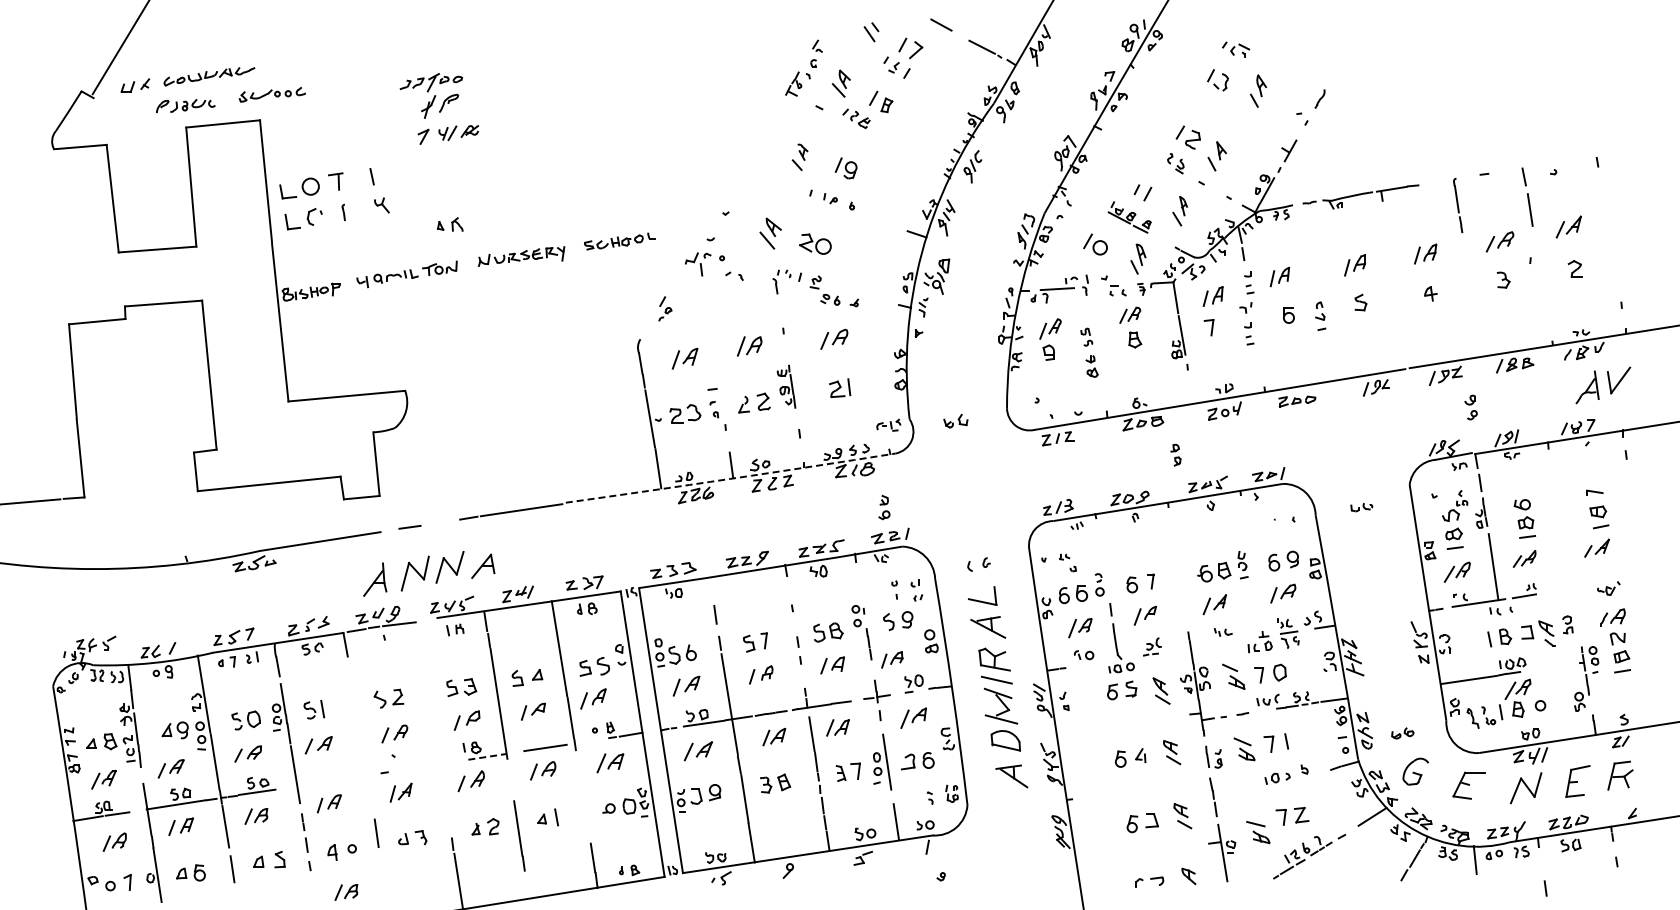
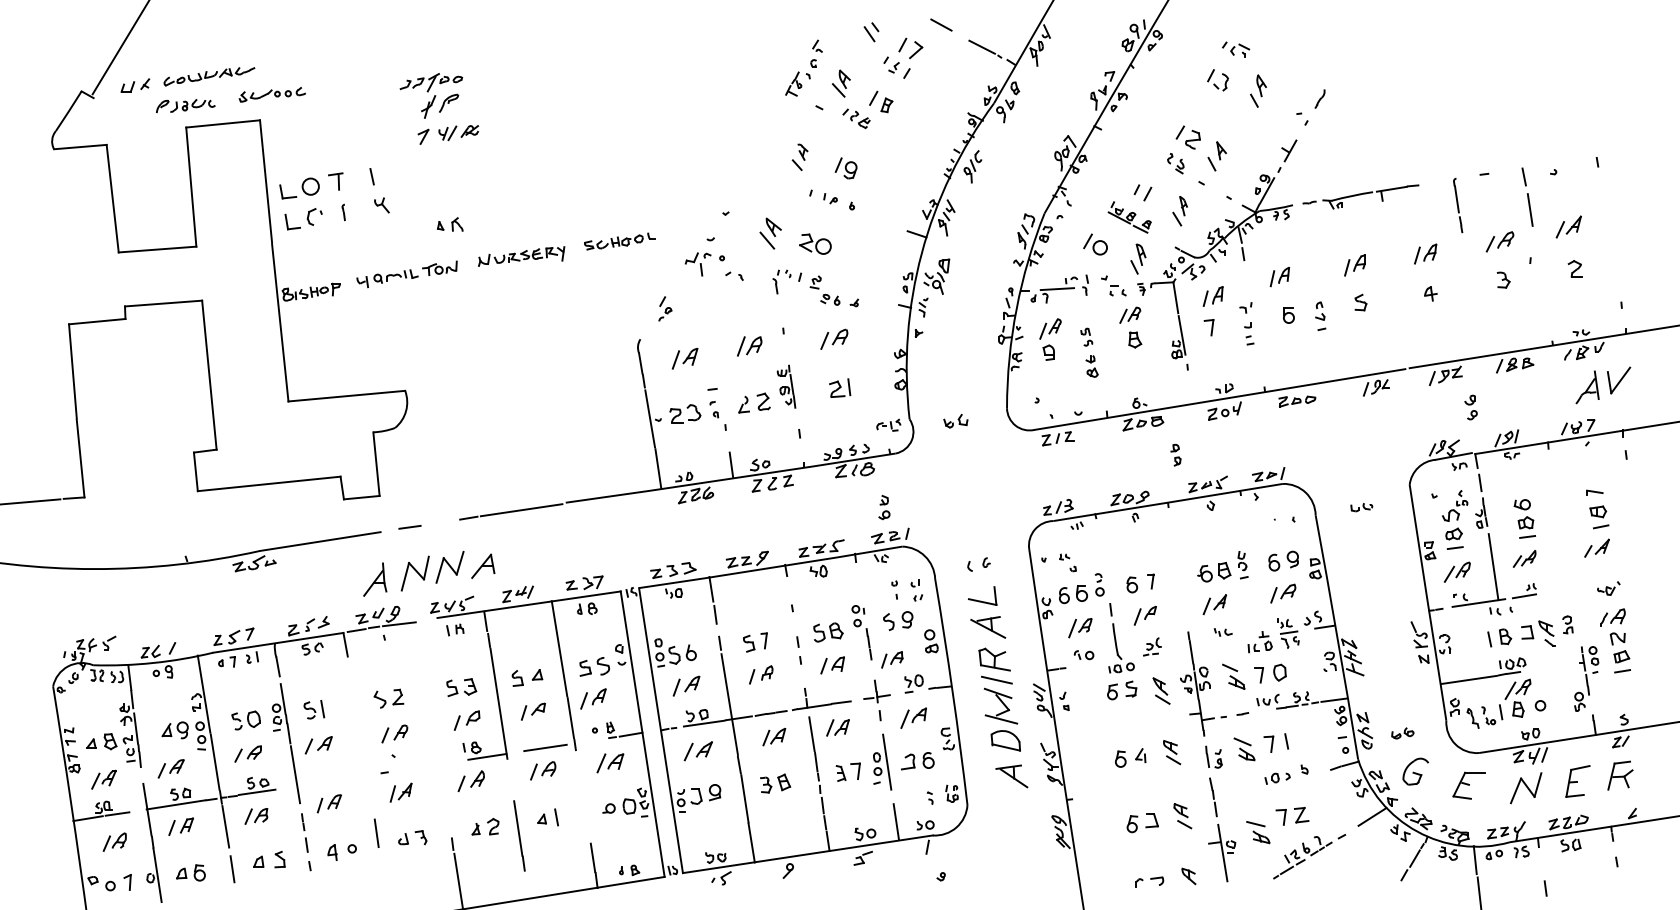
part at (1249, 282): present -> none
arc at (730, 478): dashed -> solid
line at (711, 589): none -> present
line at (487, 756): dashed -> solid
line at (1479, 891): none -> present
part at (346, 892): present -> none
